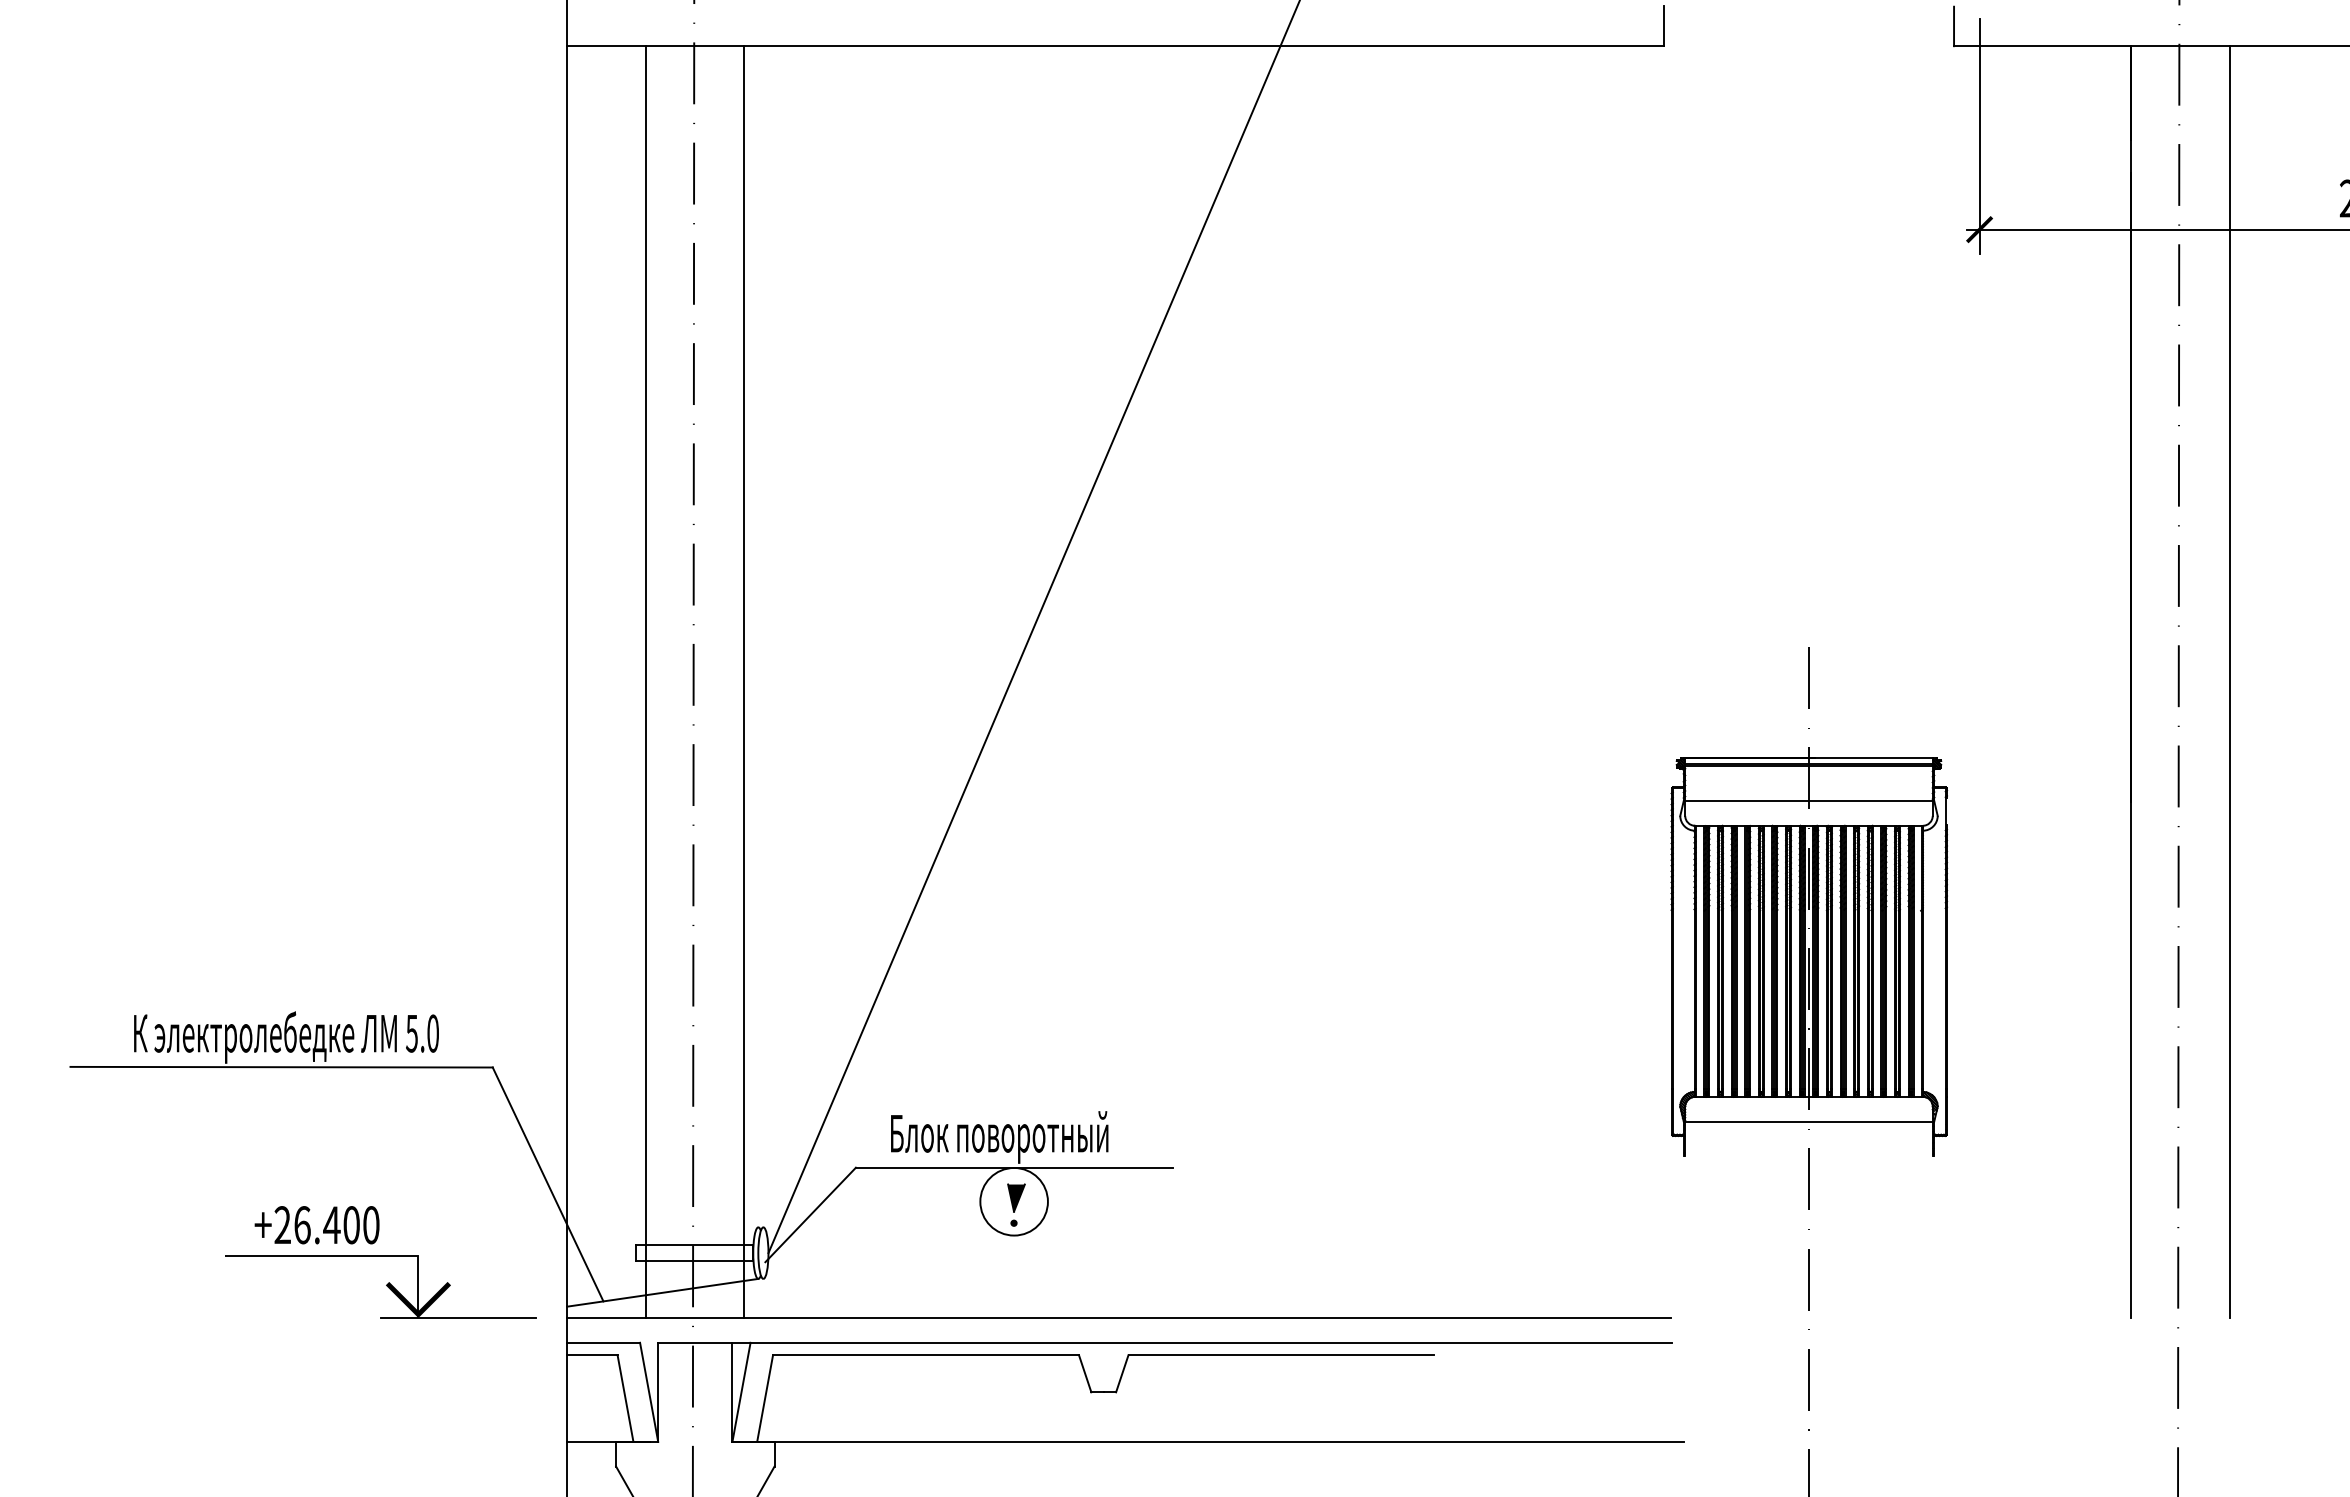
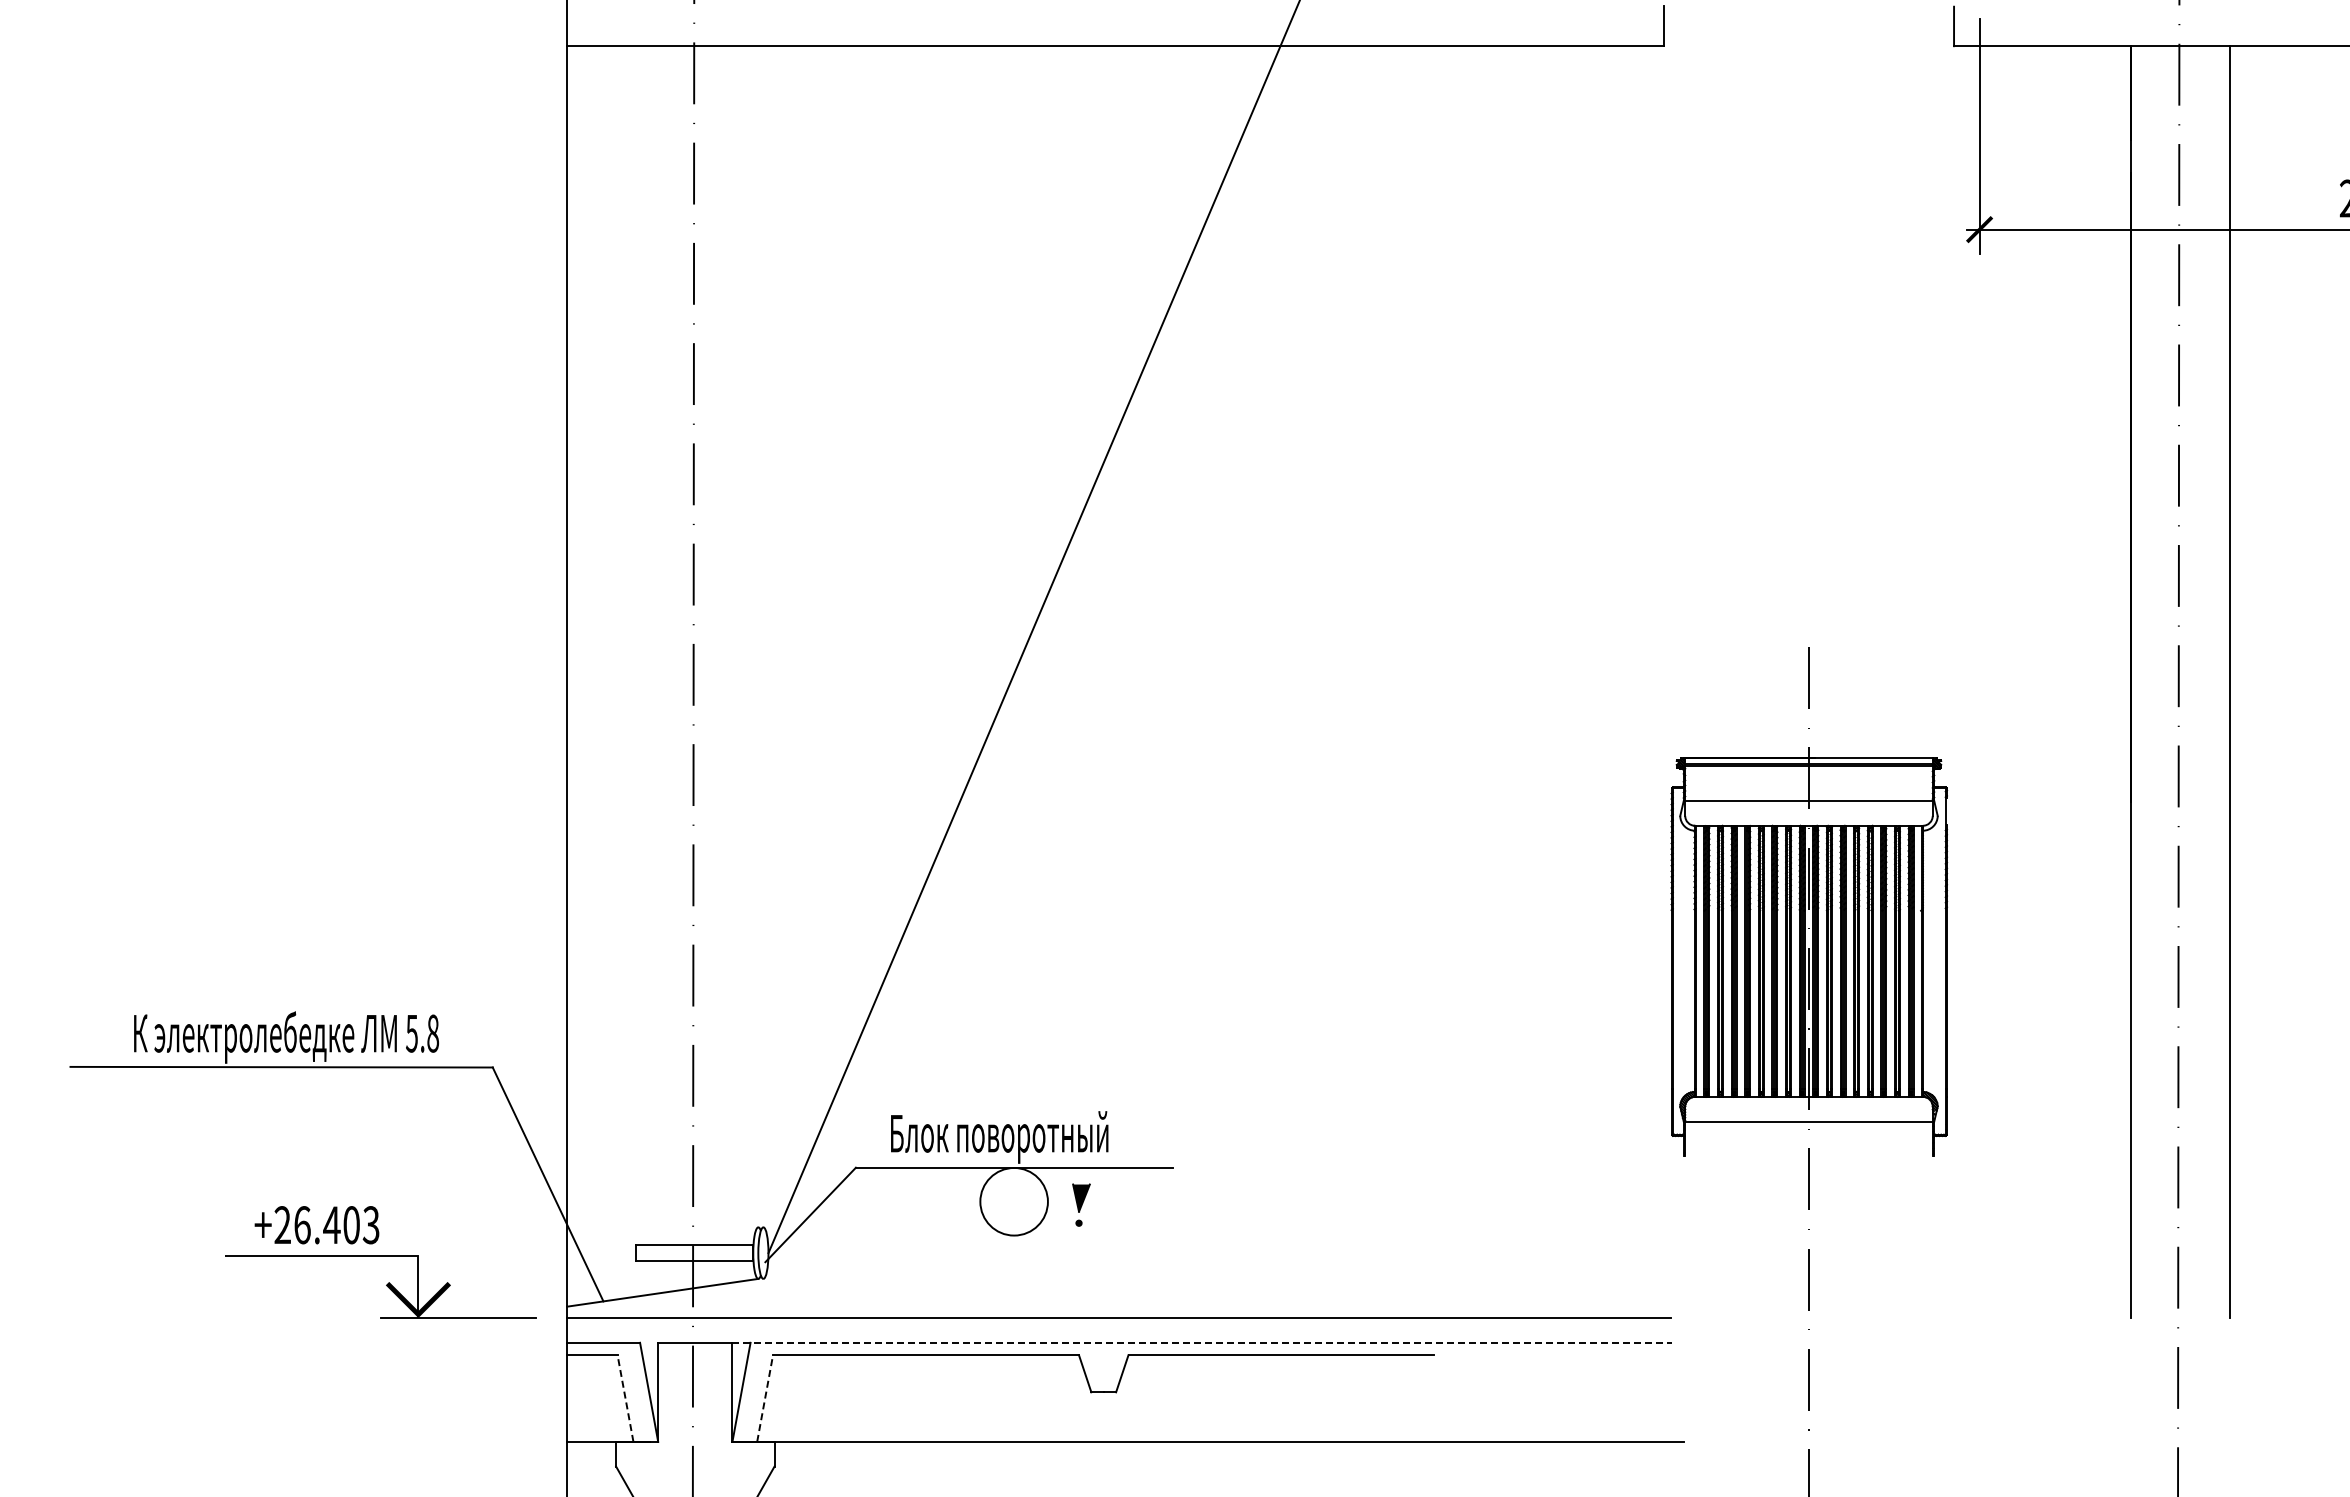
line at (645, 681): present -> none
line at (744, 681): present -> none
text at (433, 1033): 5.0 -> 5.8
part at (1016, 1204) position: (1016, 1204) -> (1081, 1204)
text at (370, 1225): +26.400 -> +26.403
line at (1202, 1342): solid -> dashed
line at (625, 1398): solid -> dashed
line at (765, 1398): solid -> dashed
